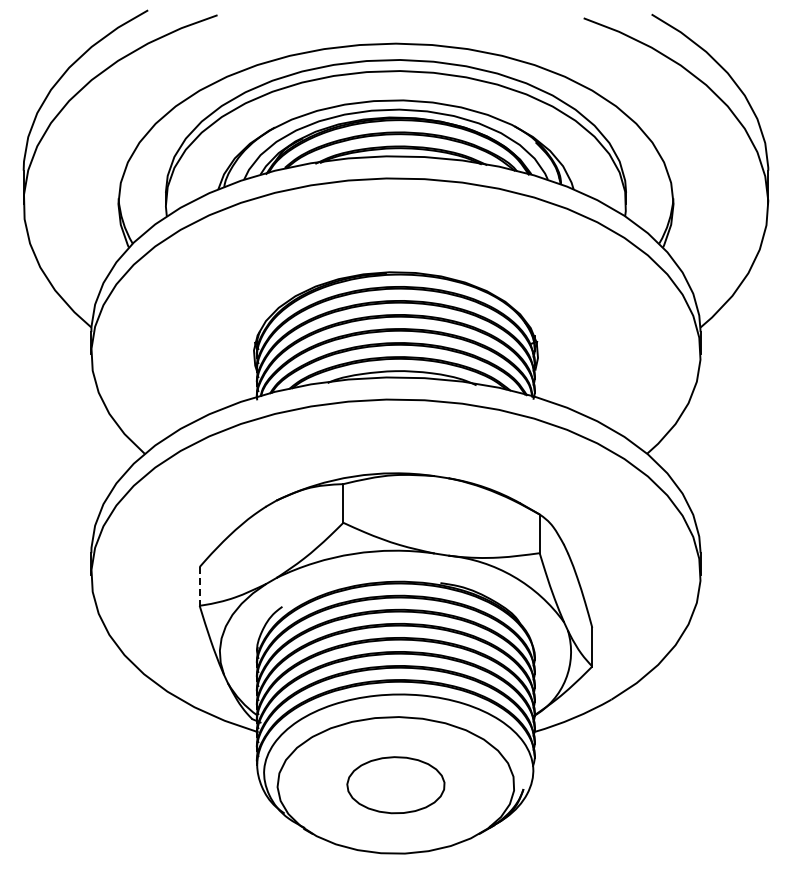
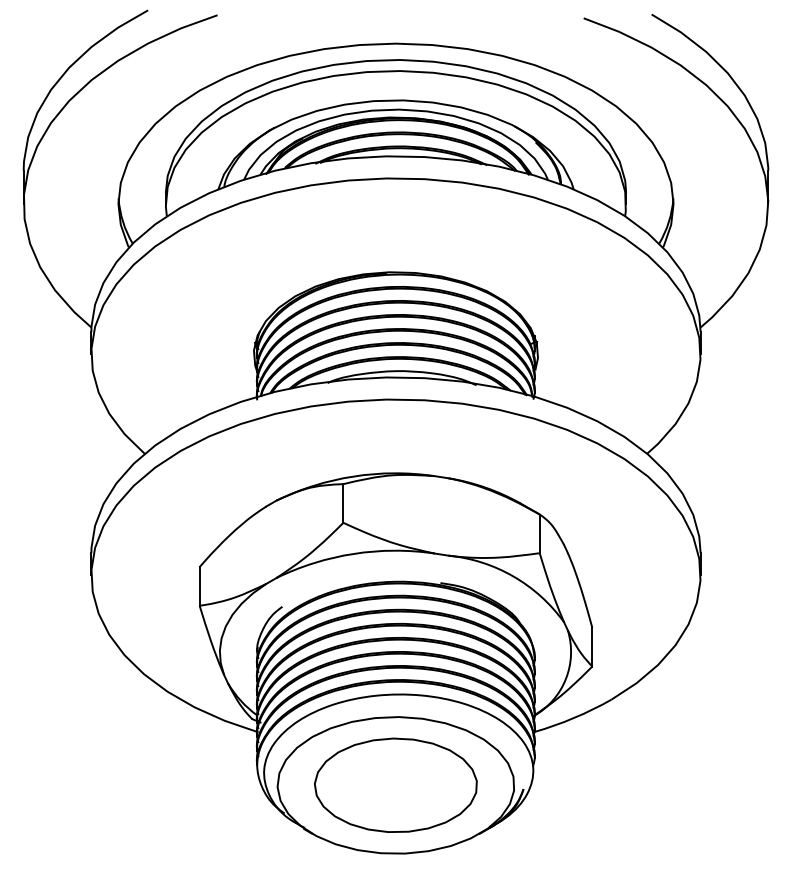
line at (199, 586): dashed -> solid
part at (395, 785) size: 100x59 px -> 164x96 px
